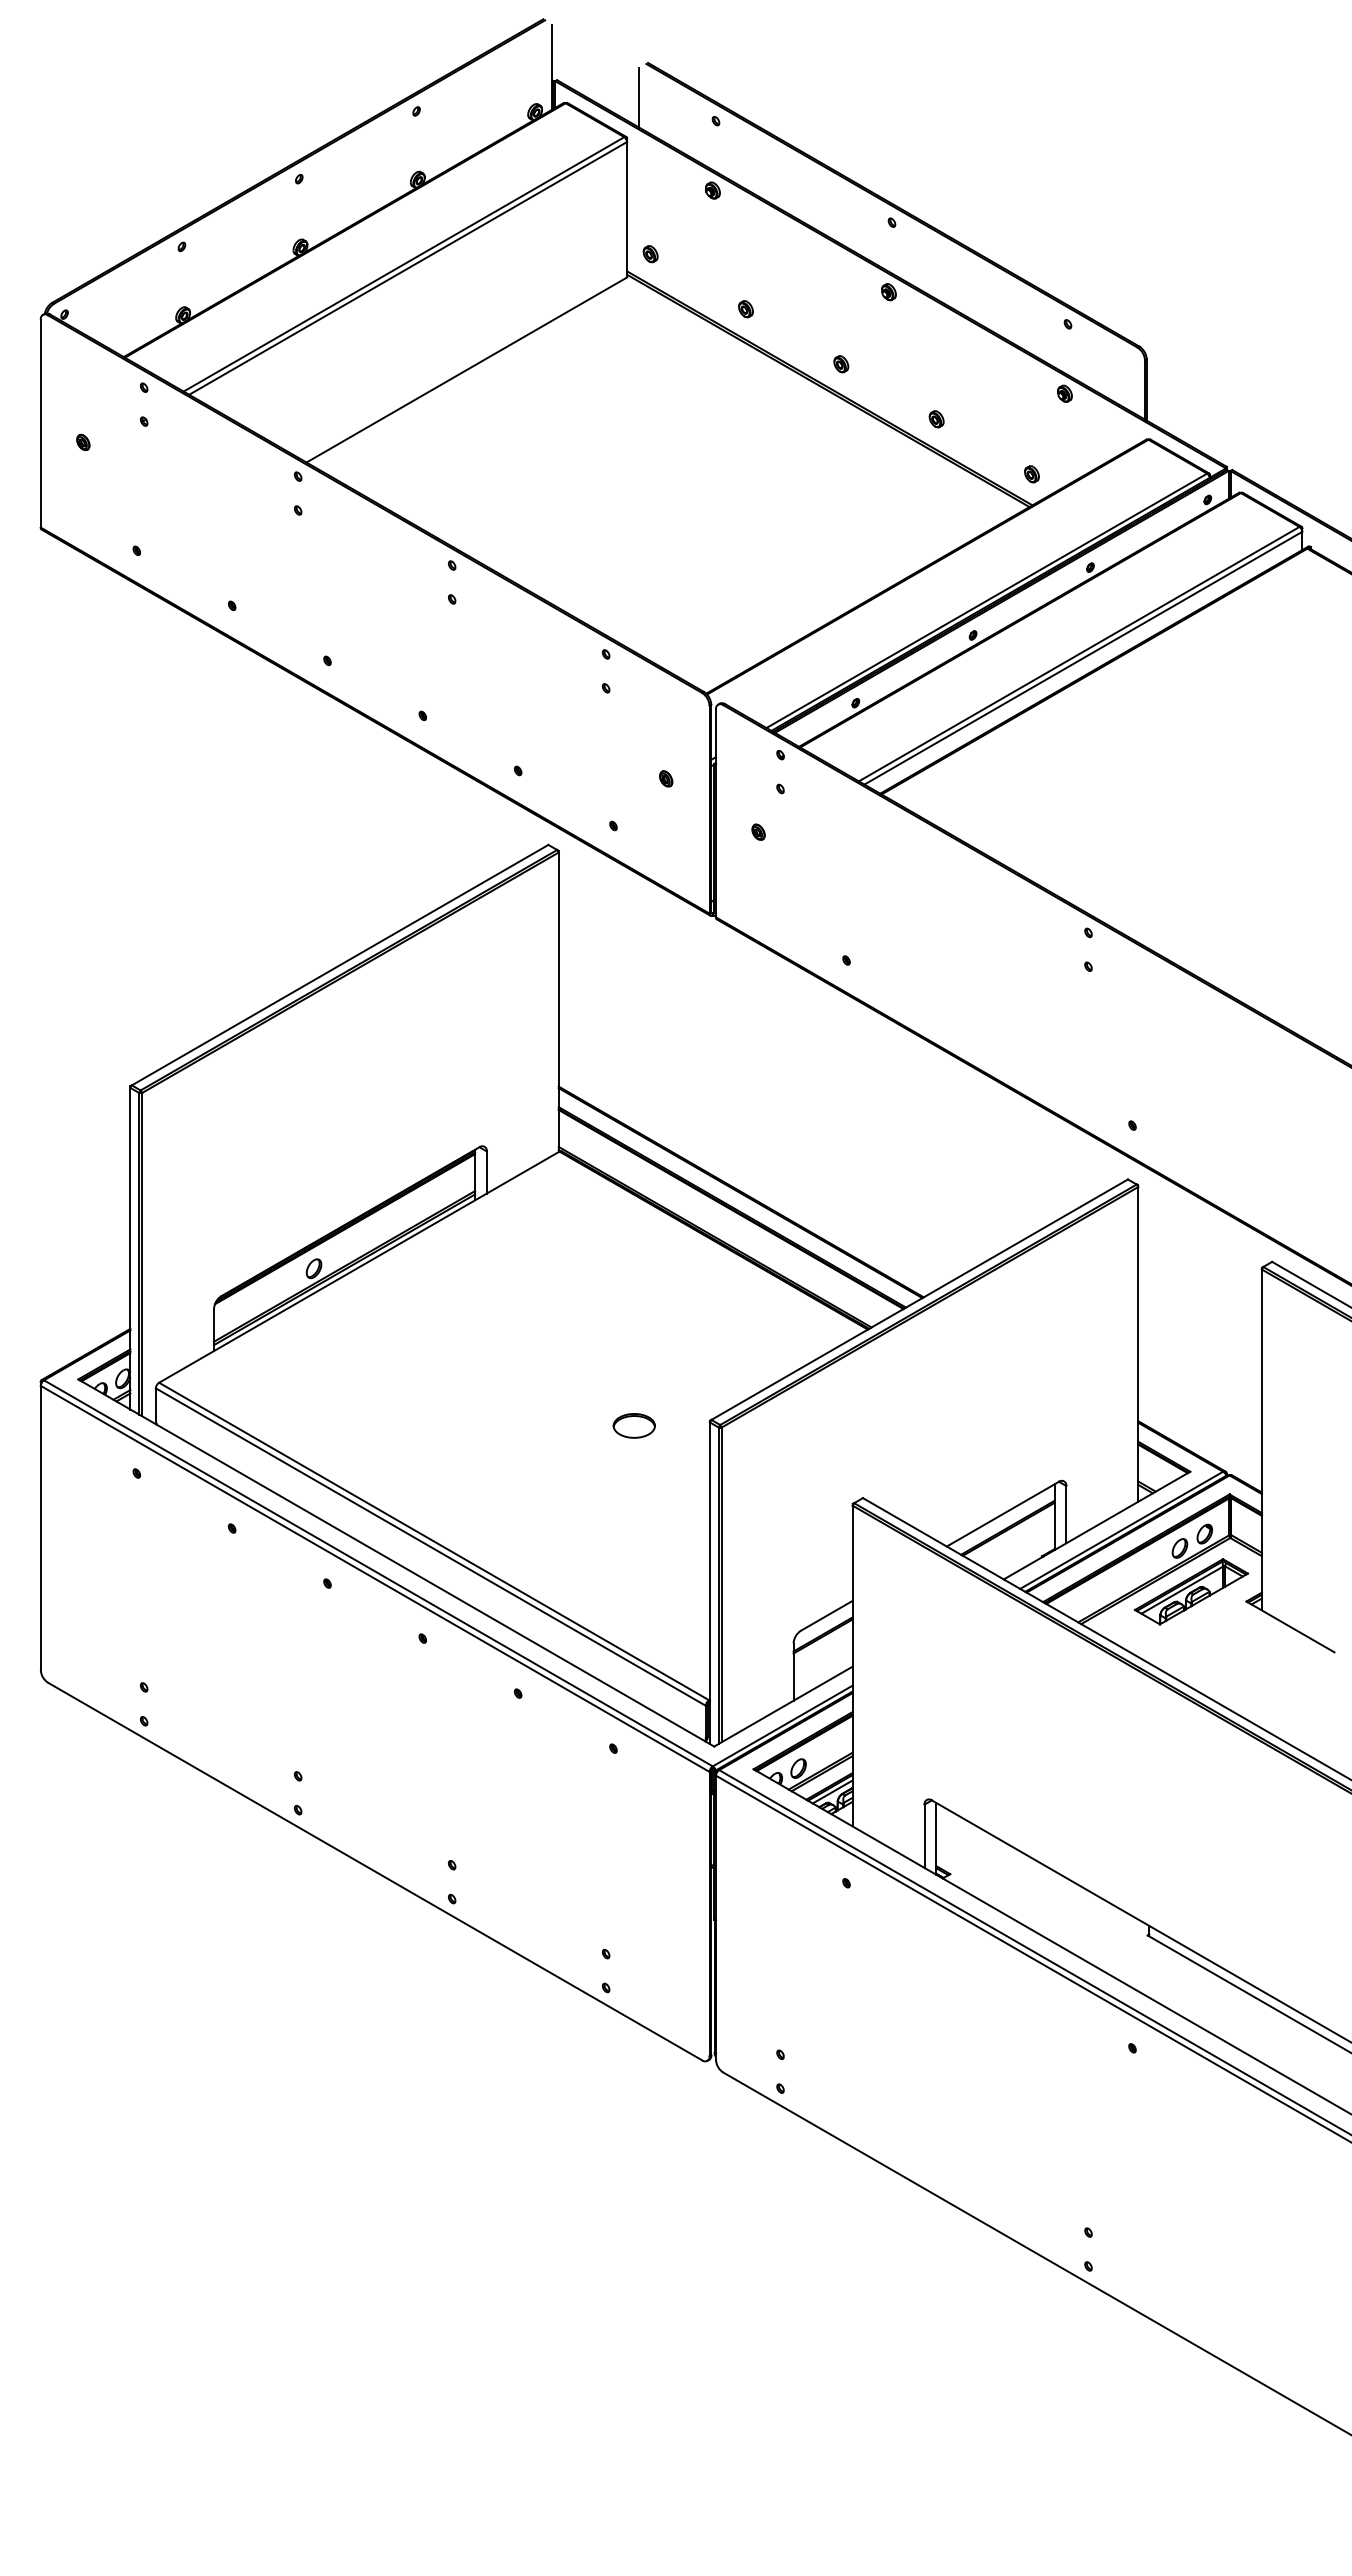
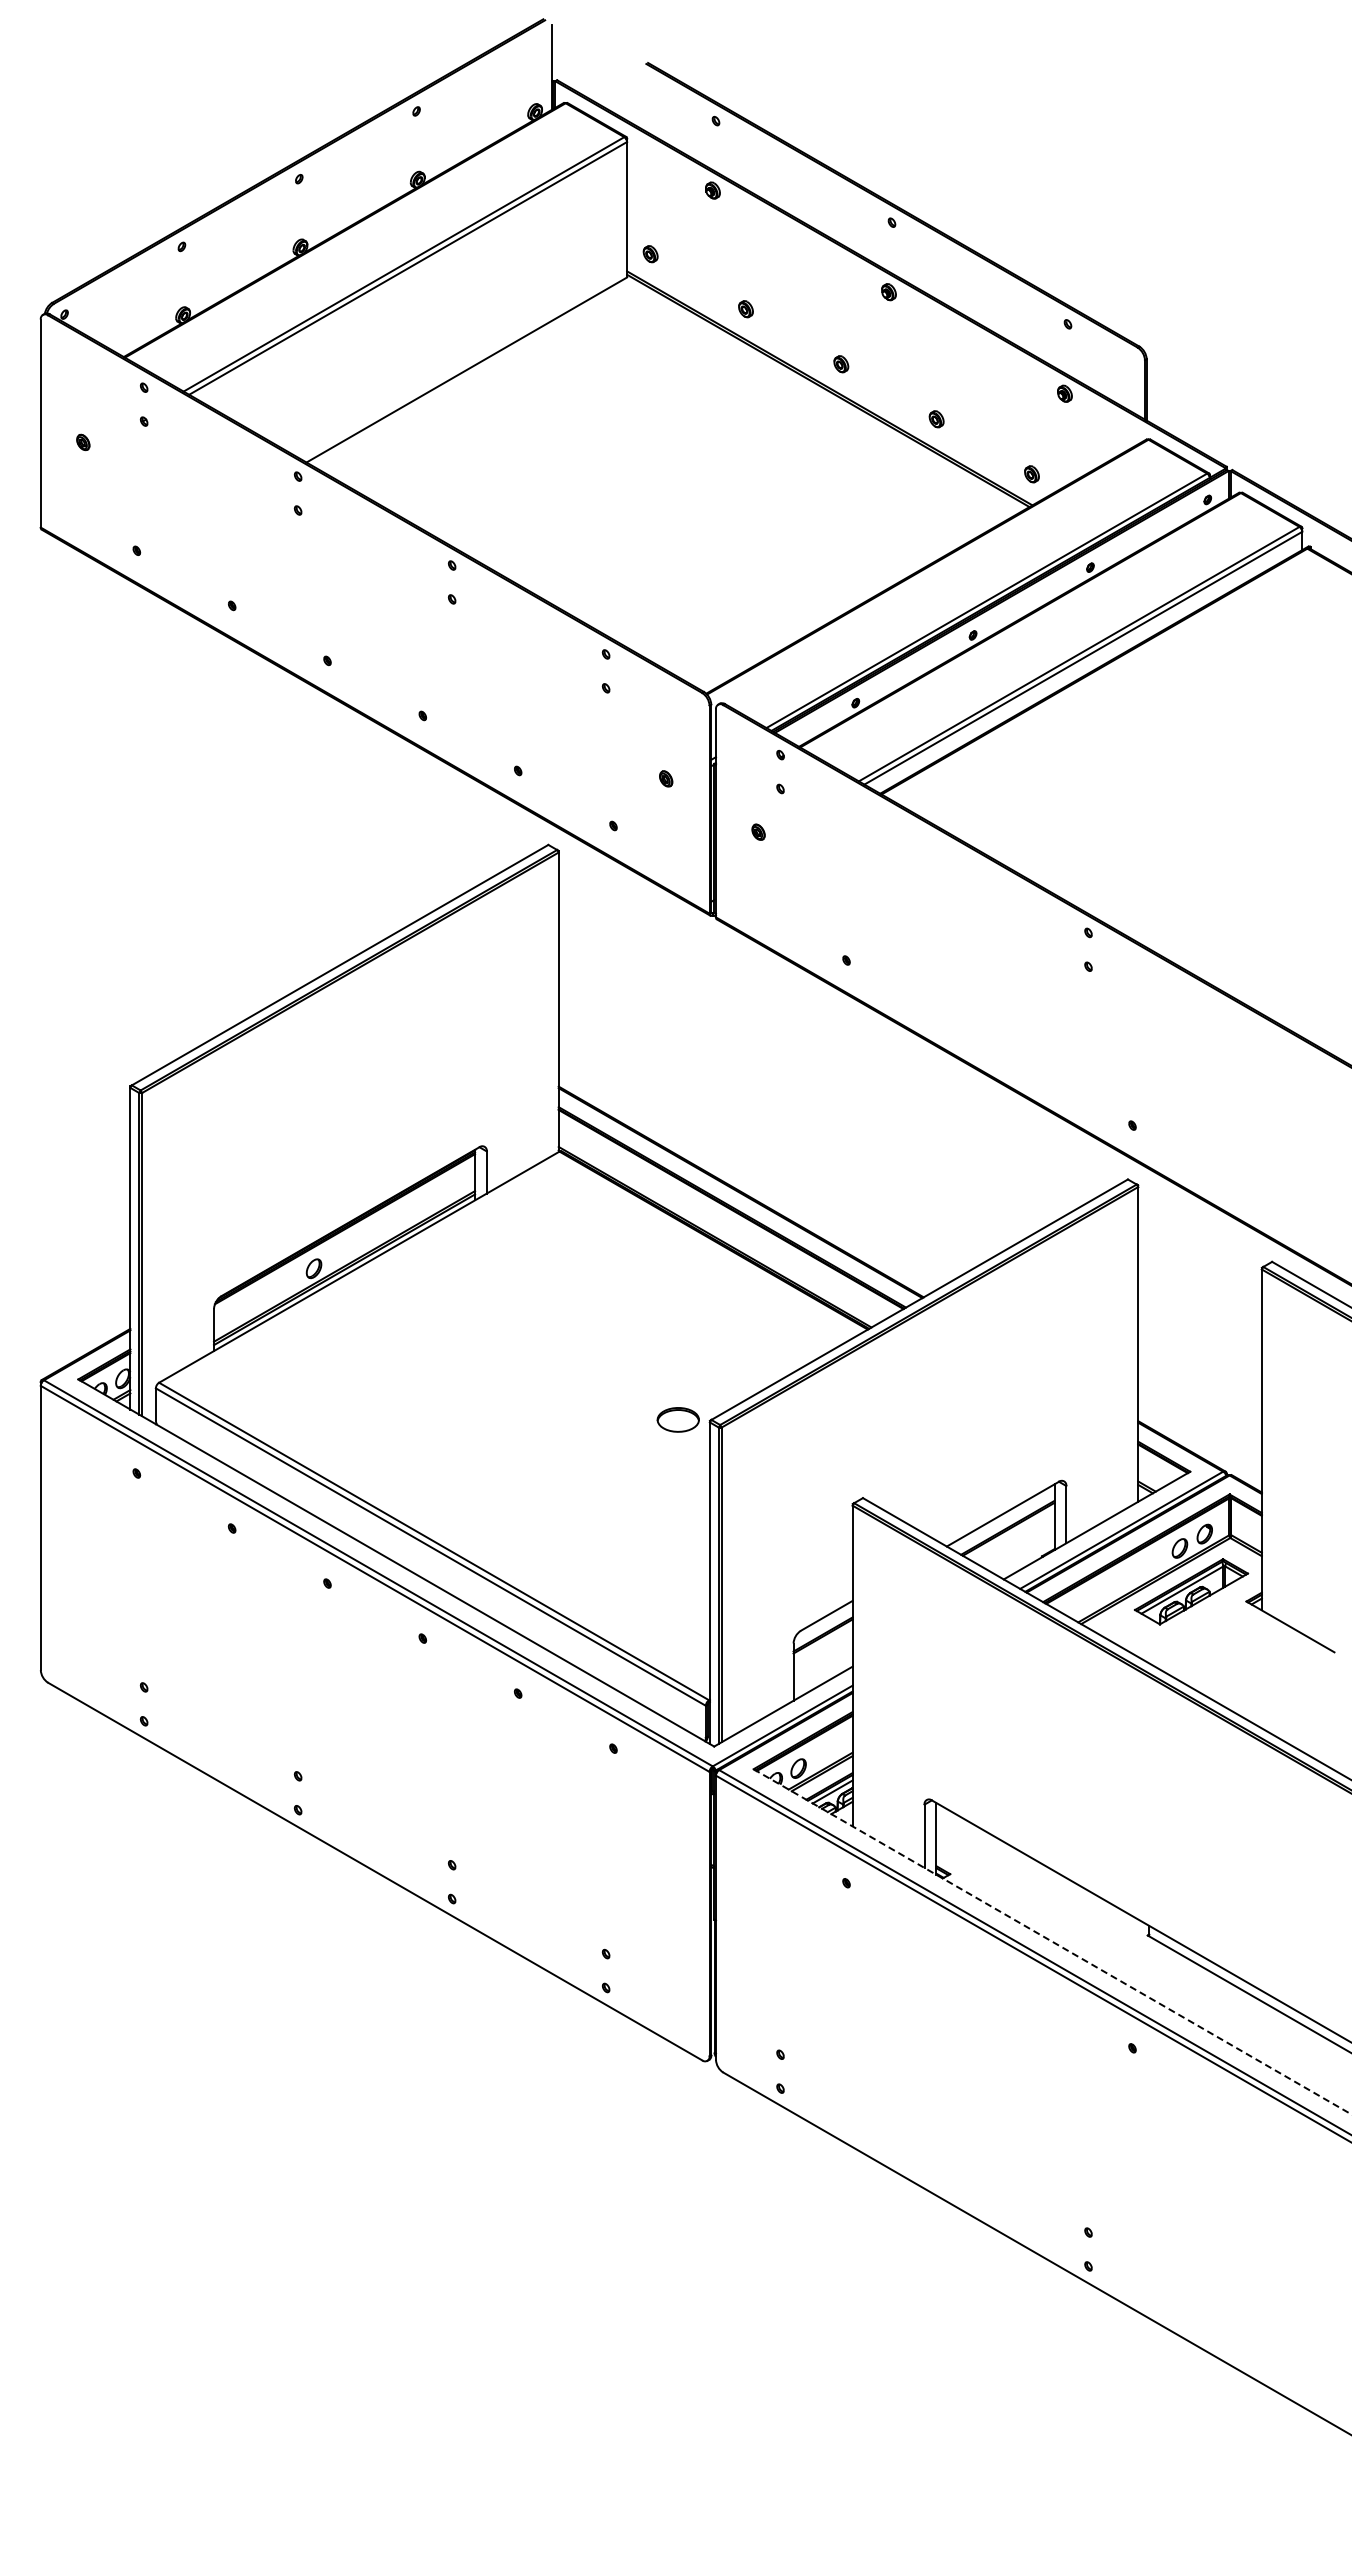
line at (639, 97): present -> none
part at (633, 1425) position: (633, 1425) -> (677, 1419)
line at (1053, 1942): solid -> dashed
